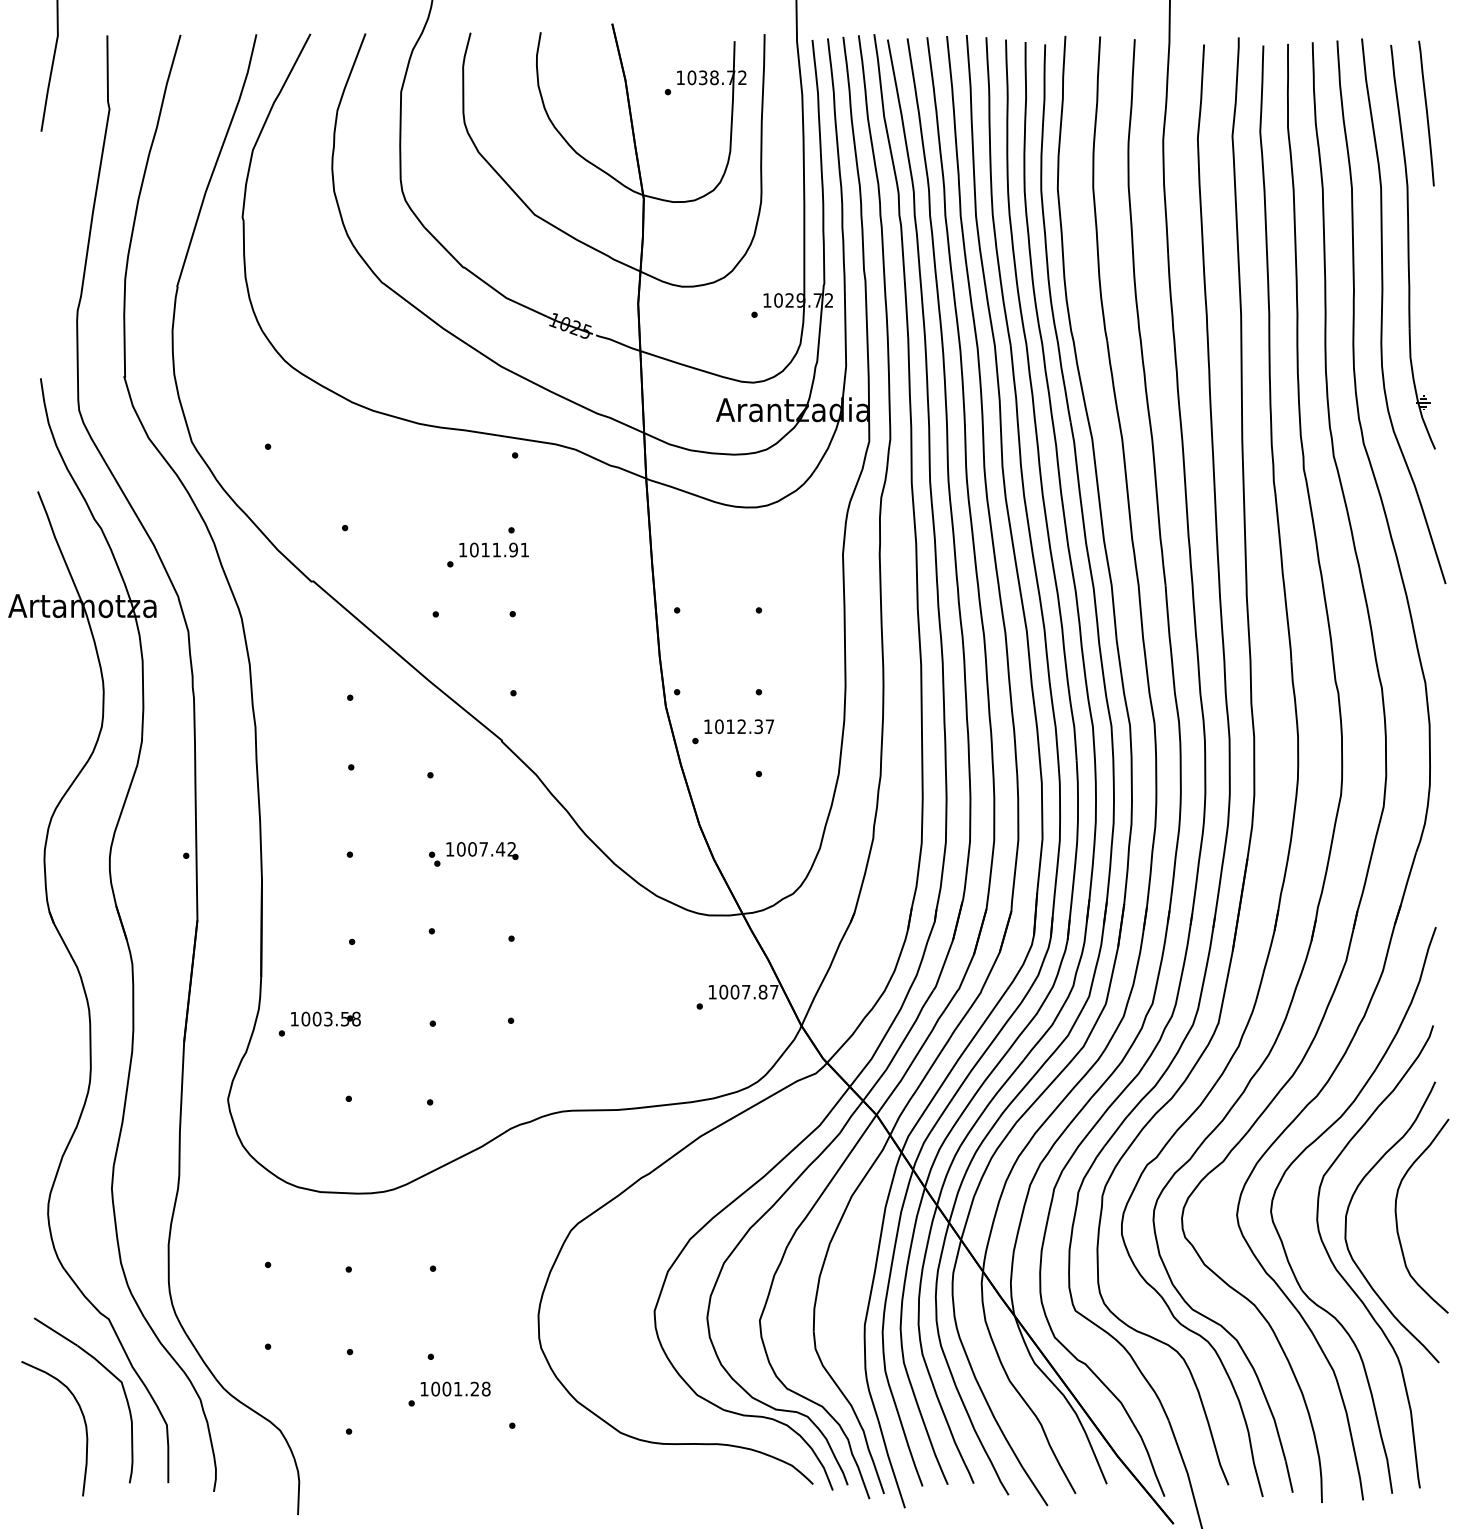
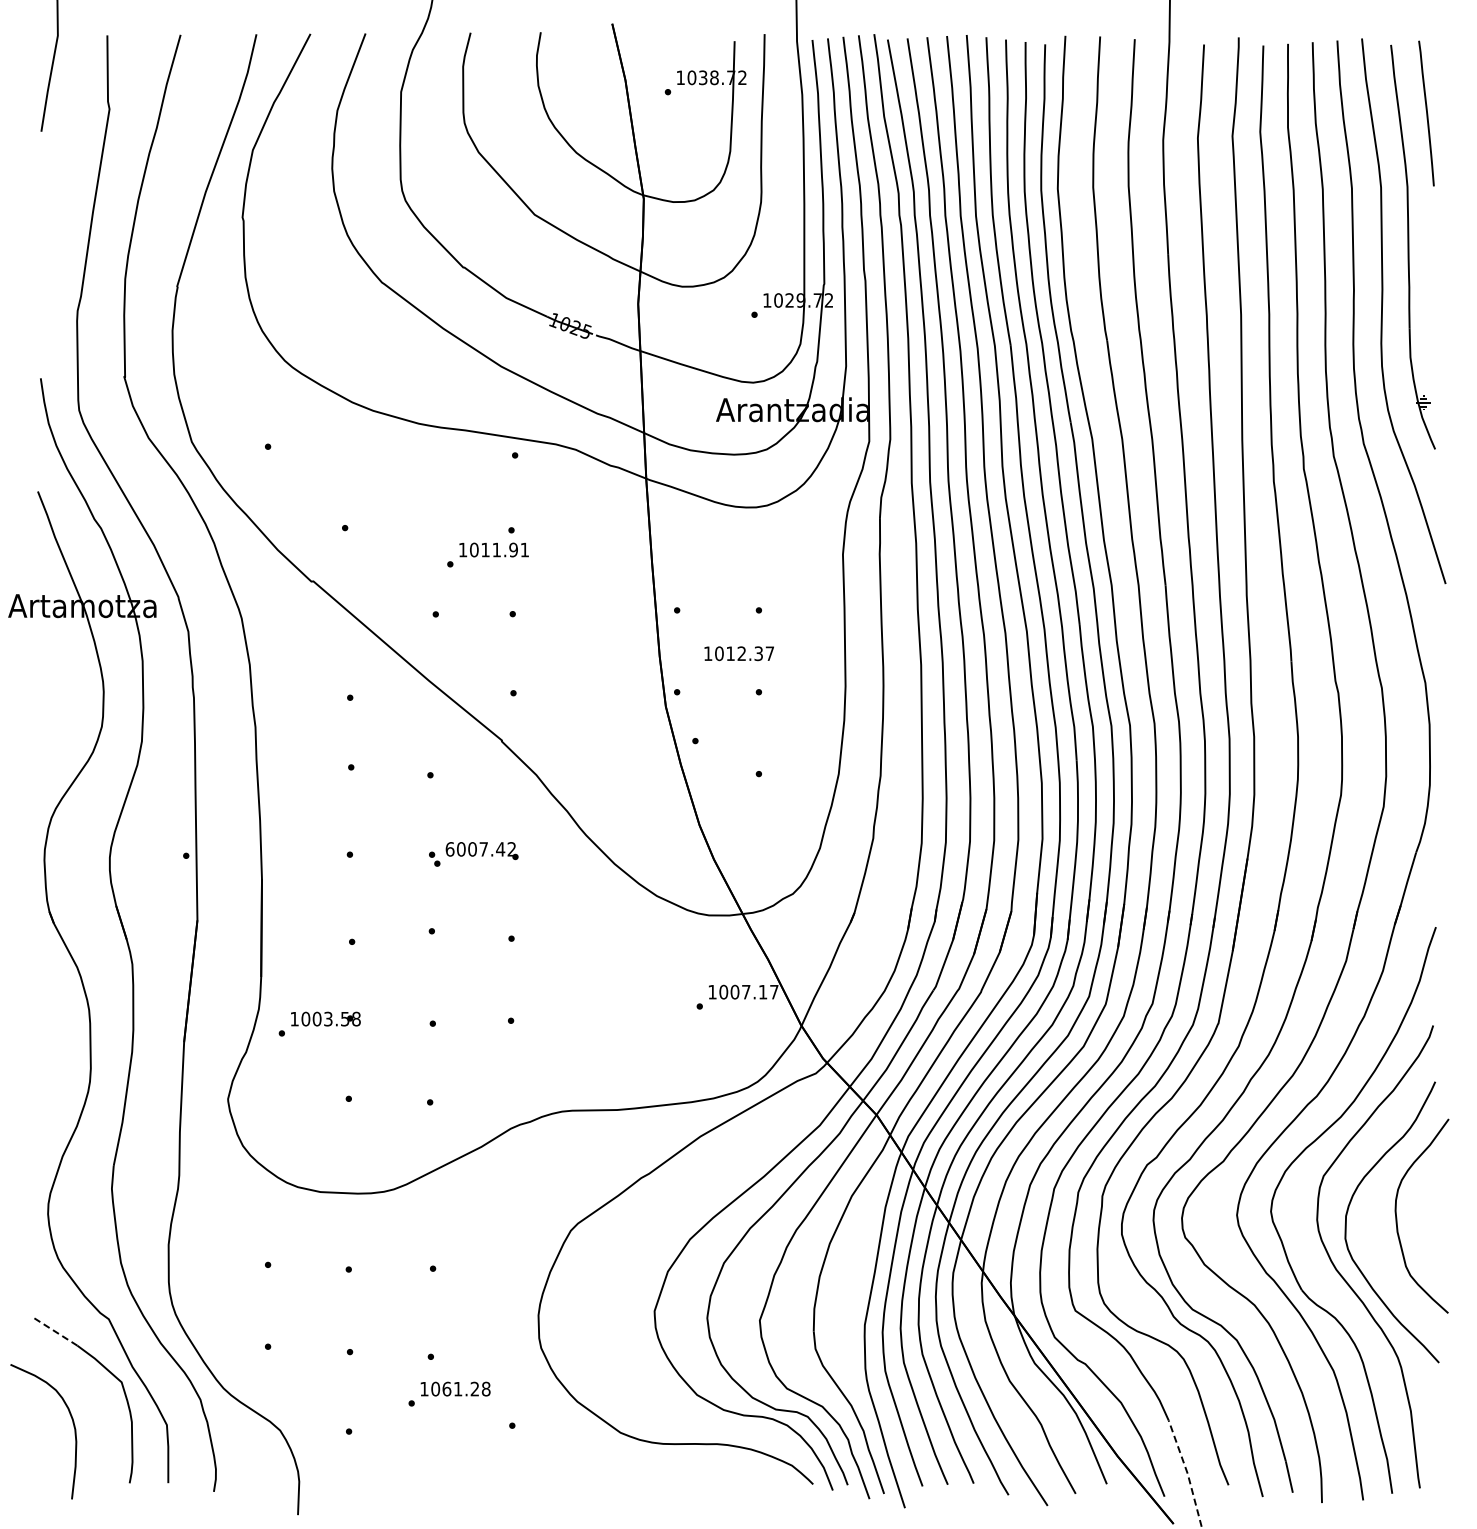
text at (738, 726) position: (738, 726) -> (738, 653)
text at (449, 849): 1007.42 -> 6007.42
text at (762, 991): 1007.87 -> 1007.17
line at (55, 1331): solid -> dashed
text at (446, 1388): 1001.28 -> 1061.28
curve at (83, 1420) position: (83, 1420) -> (72, 1423)
line at (1187, 1473): solid -> dashed
